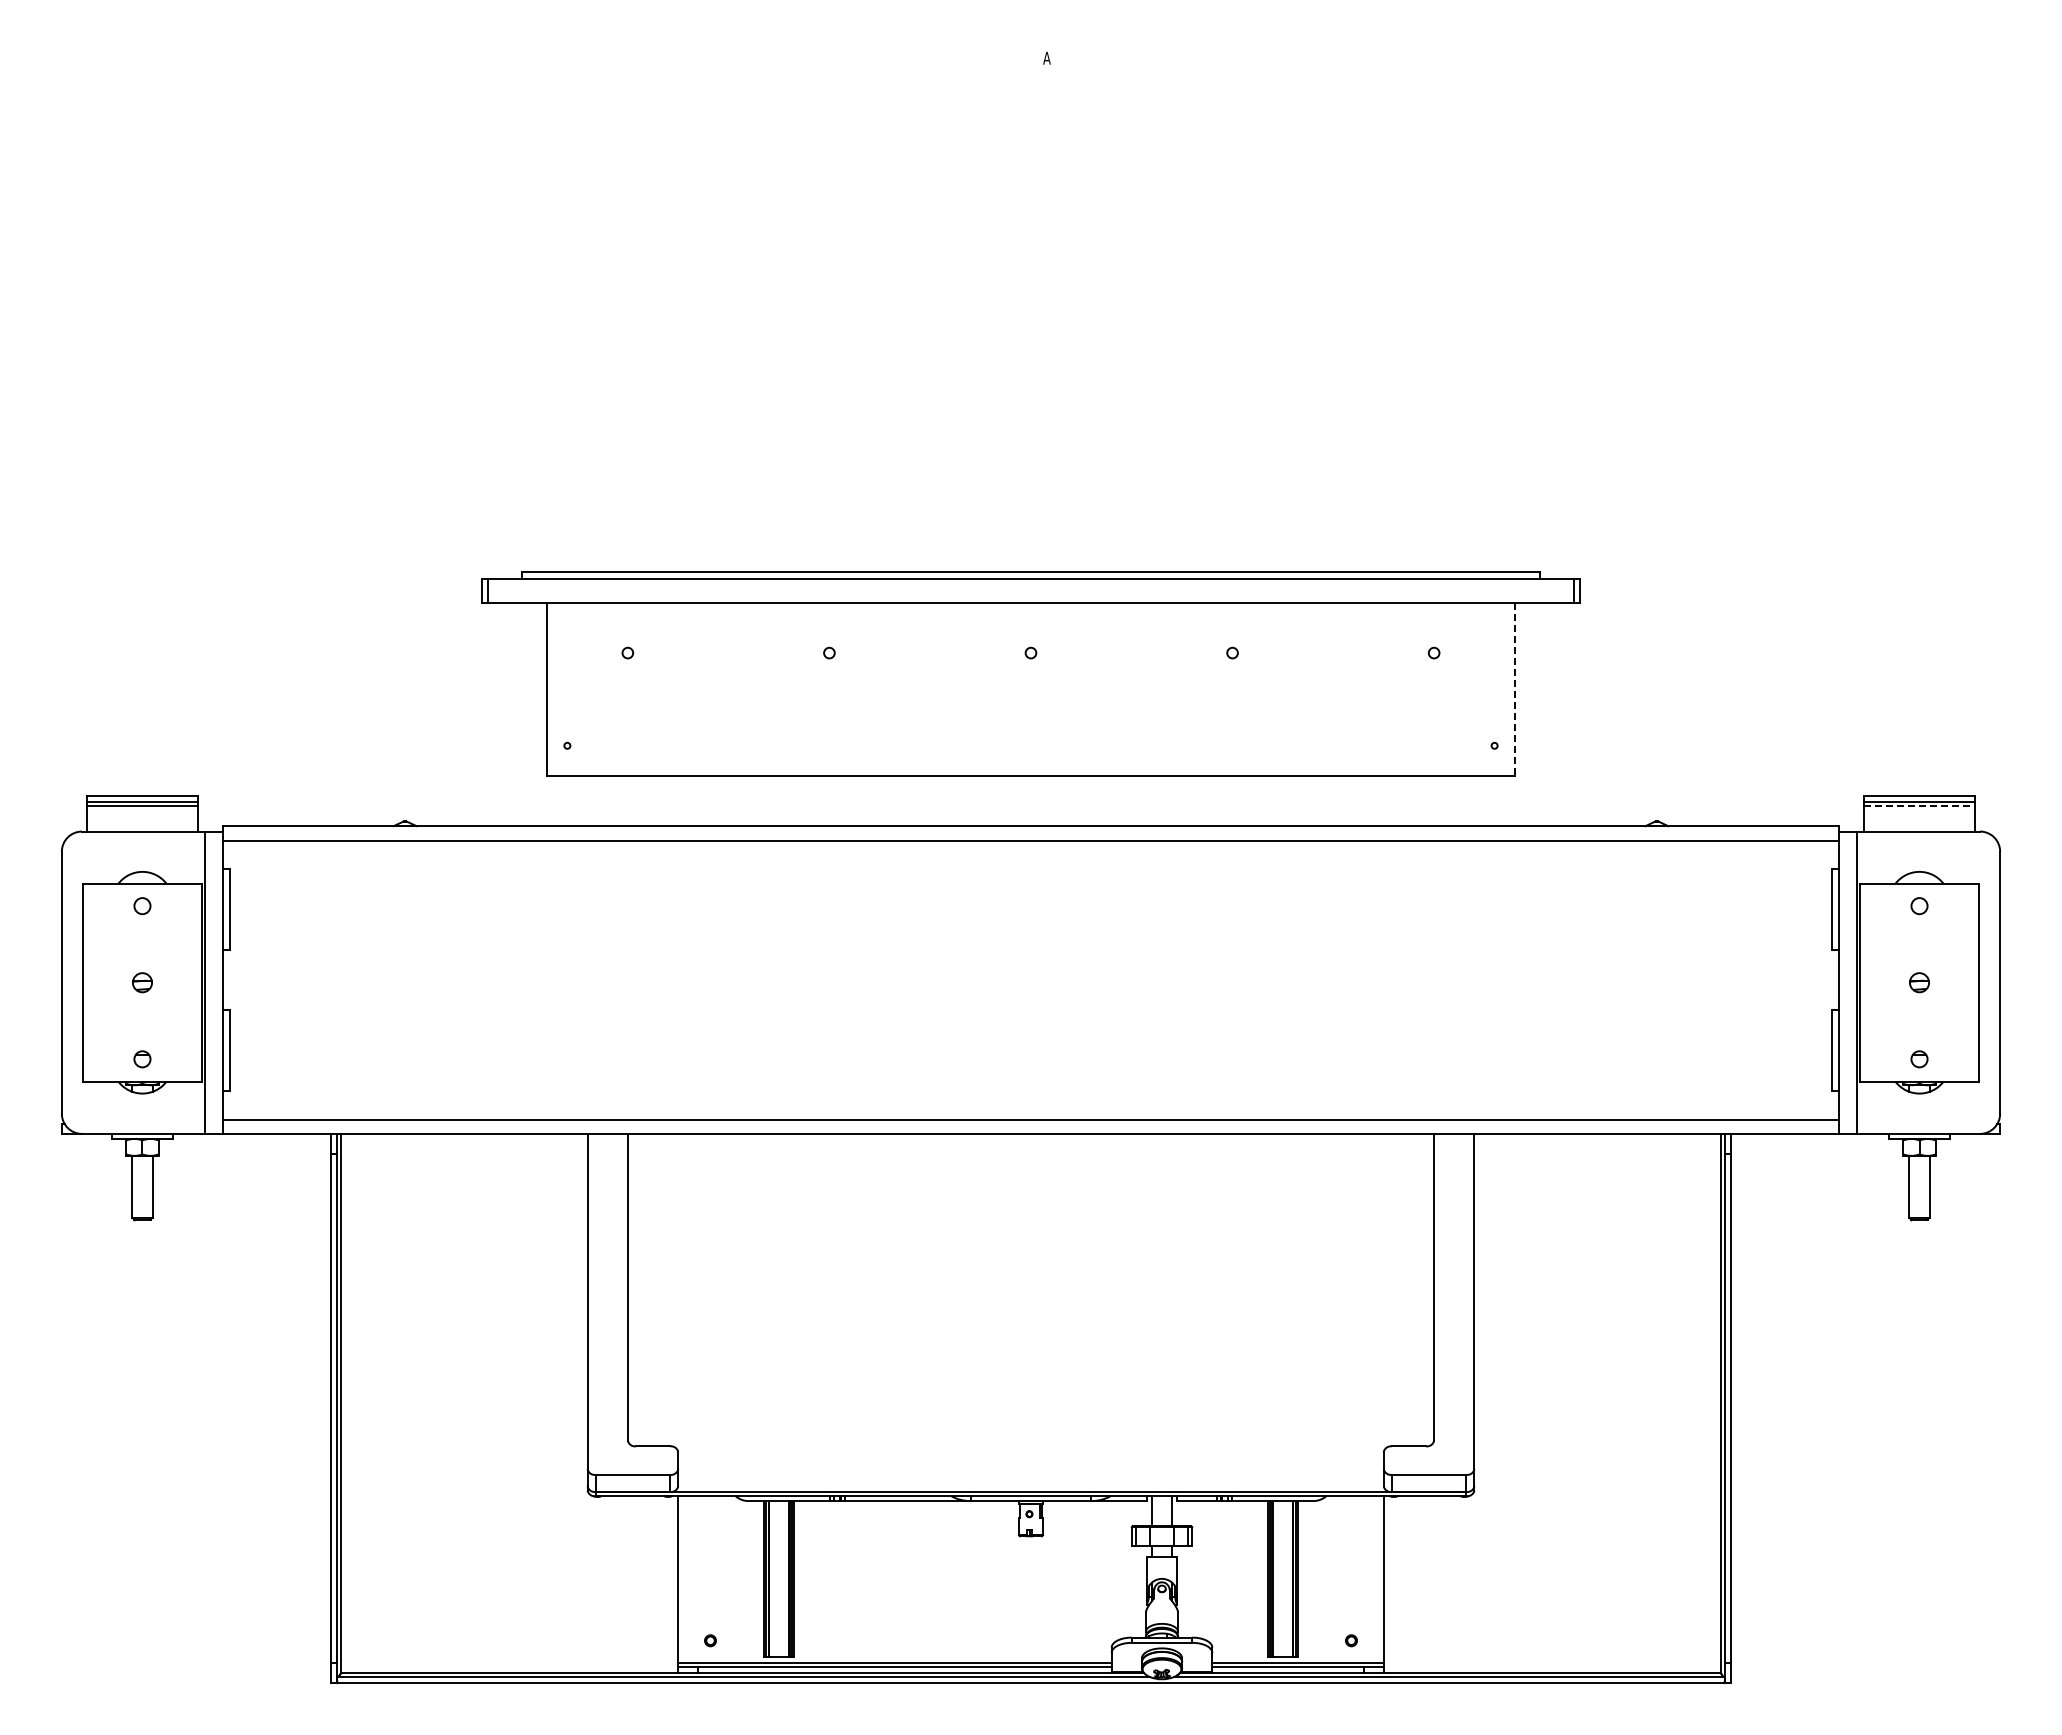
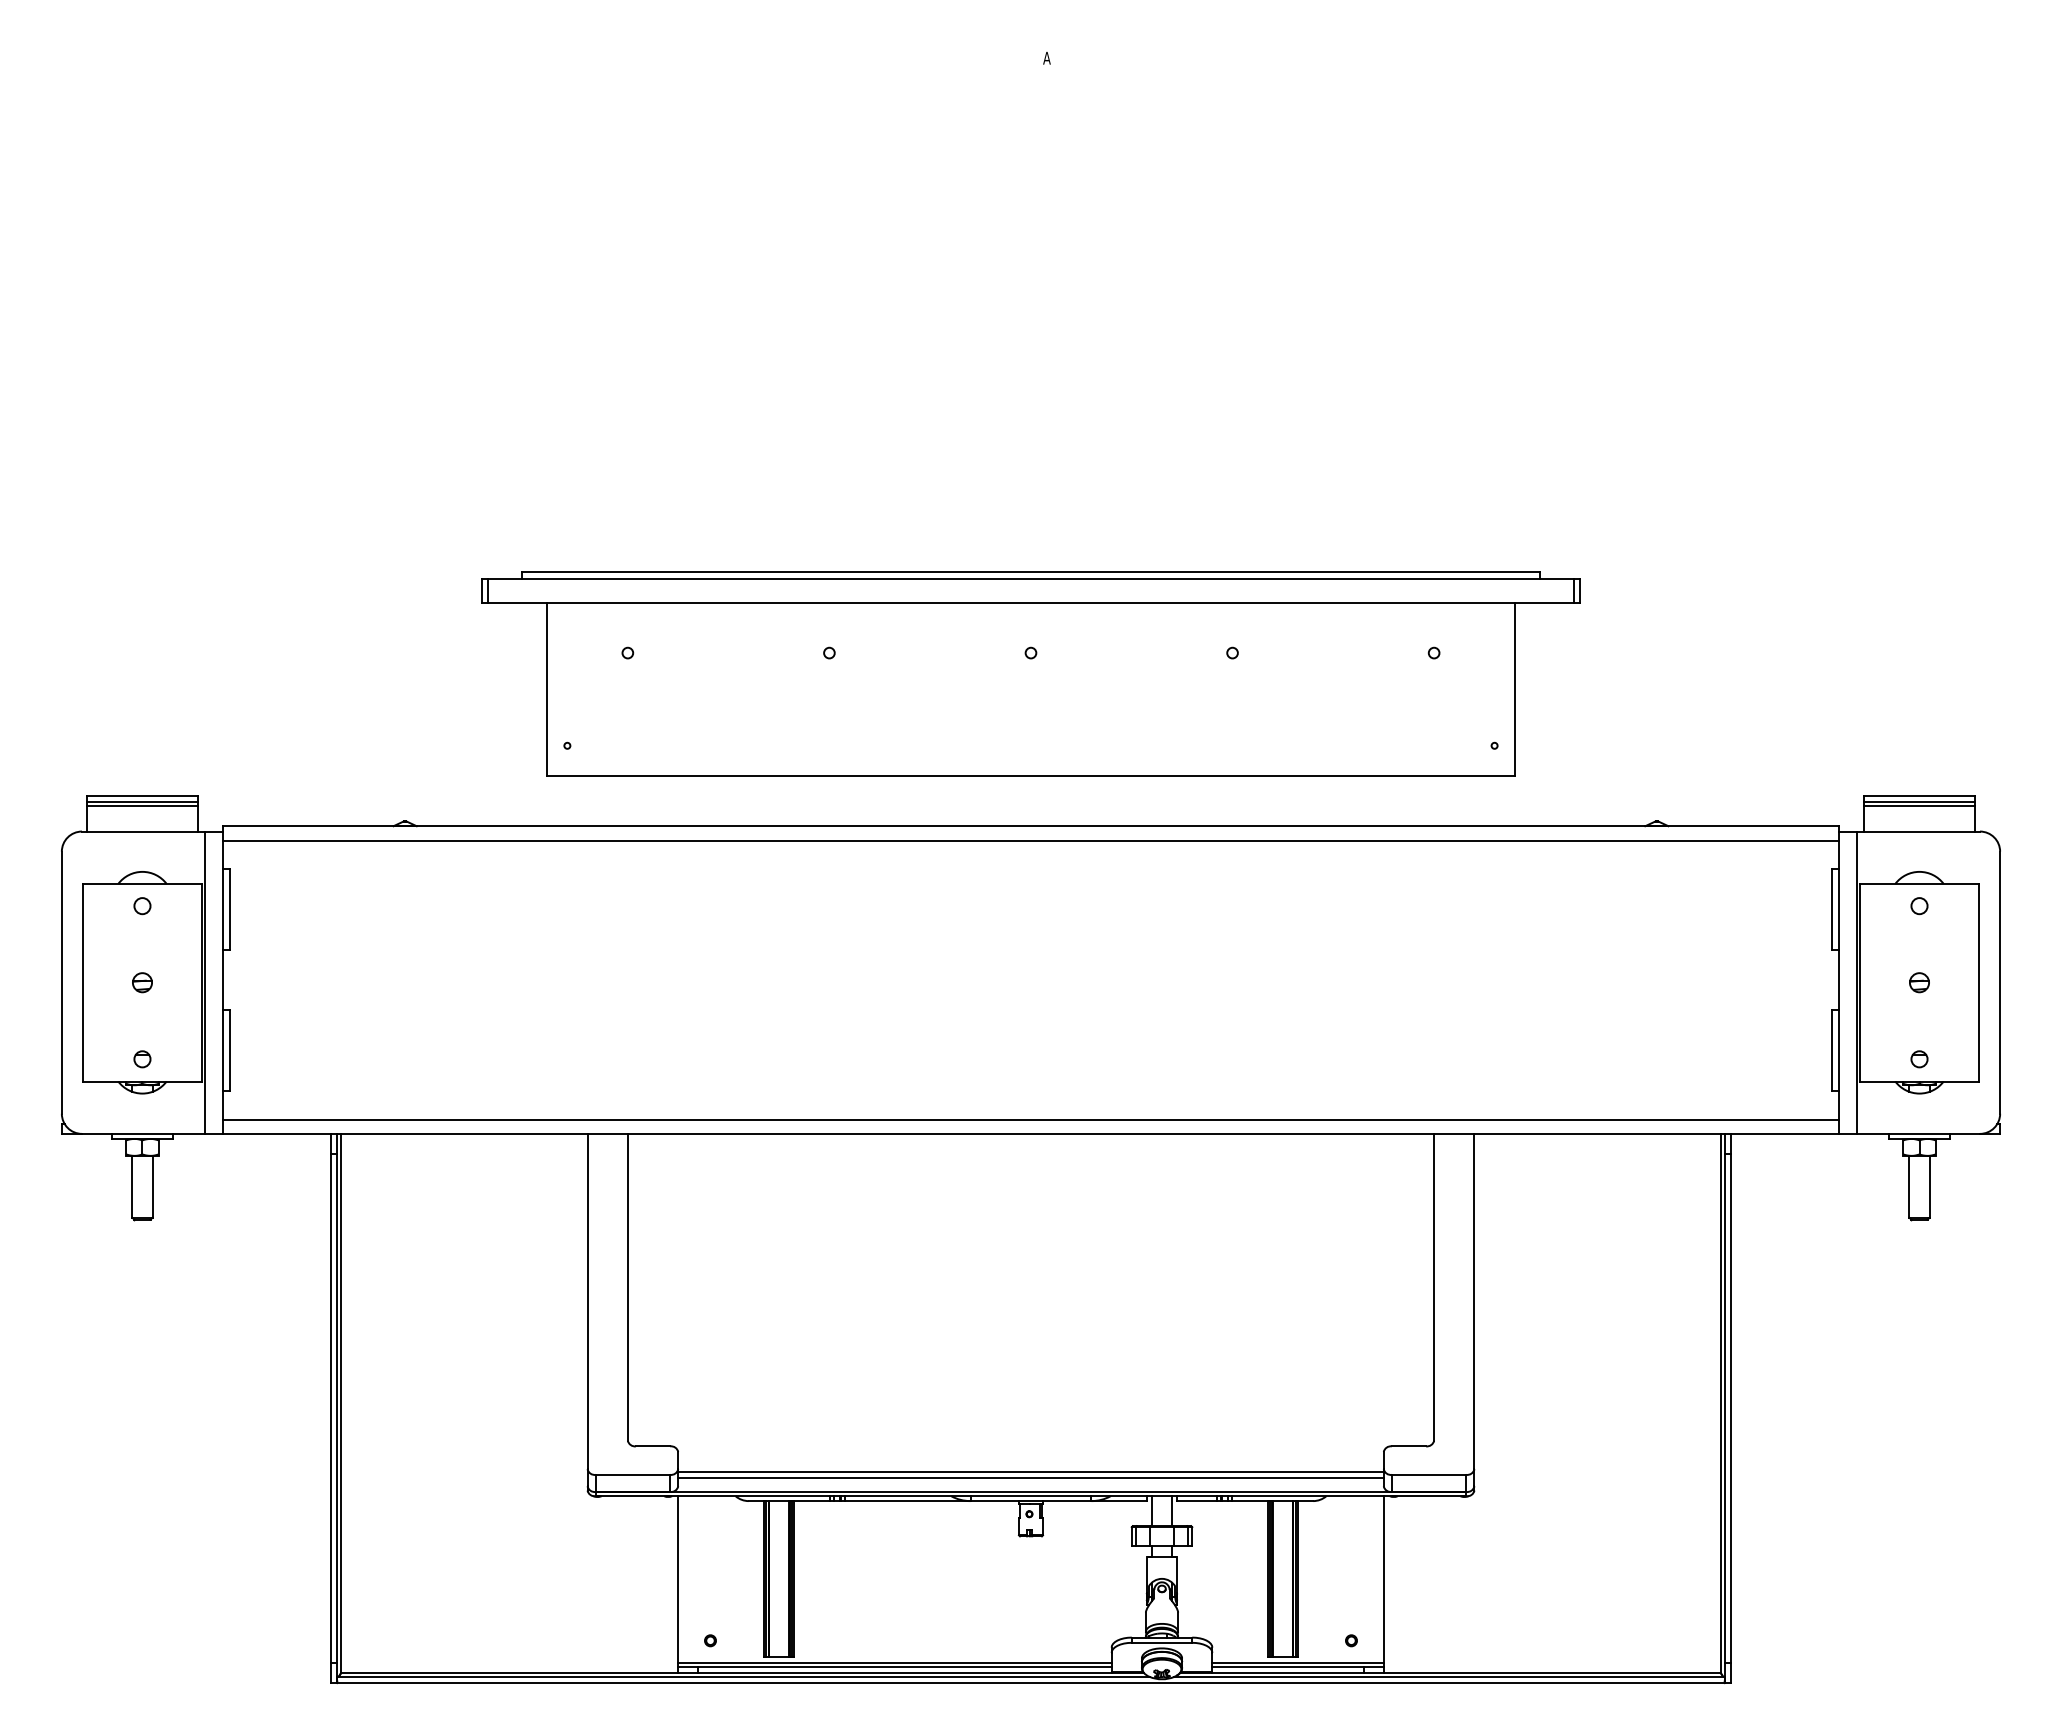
line at (1514, 689): dashed -> solid
line at (1920, 806): dashed -> solid
line at (1030, 1472): none -> present
line at (1030, 1477): none -> present
